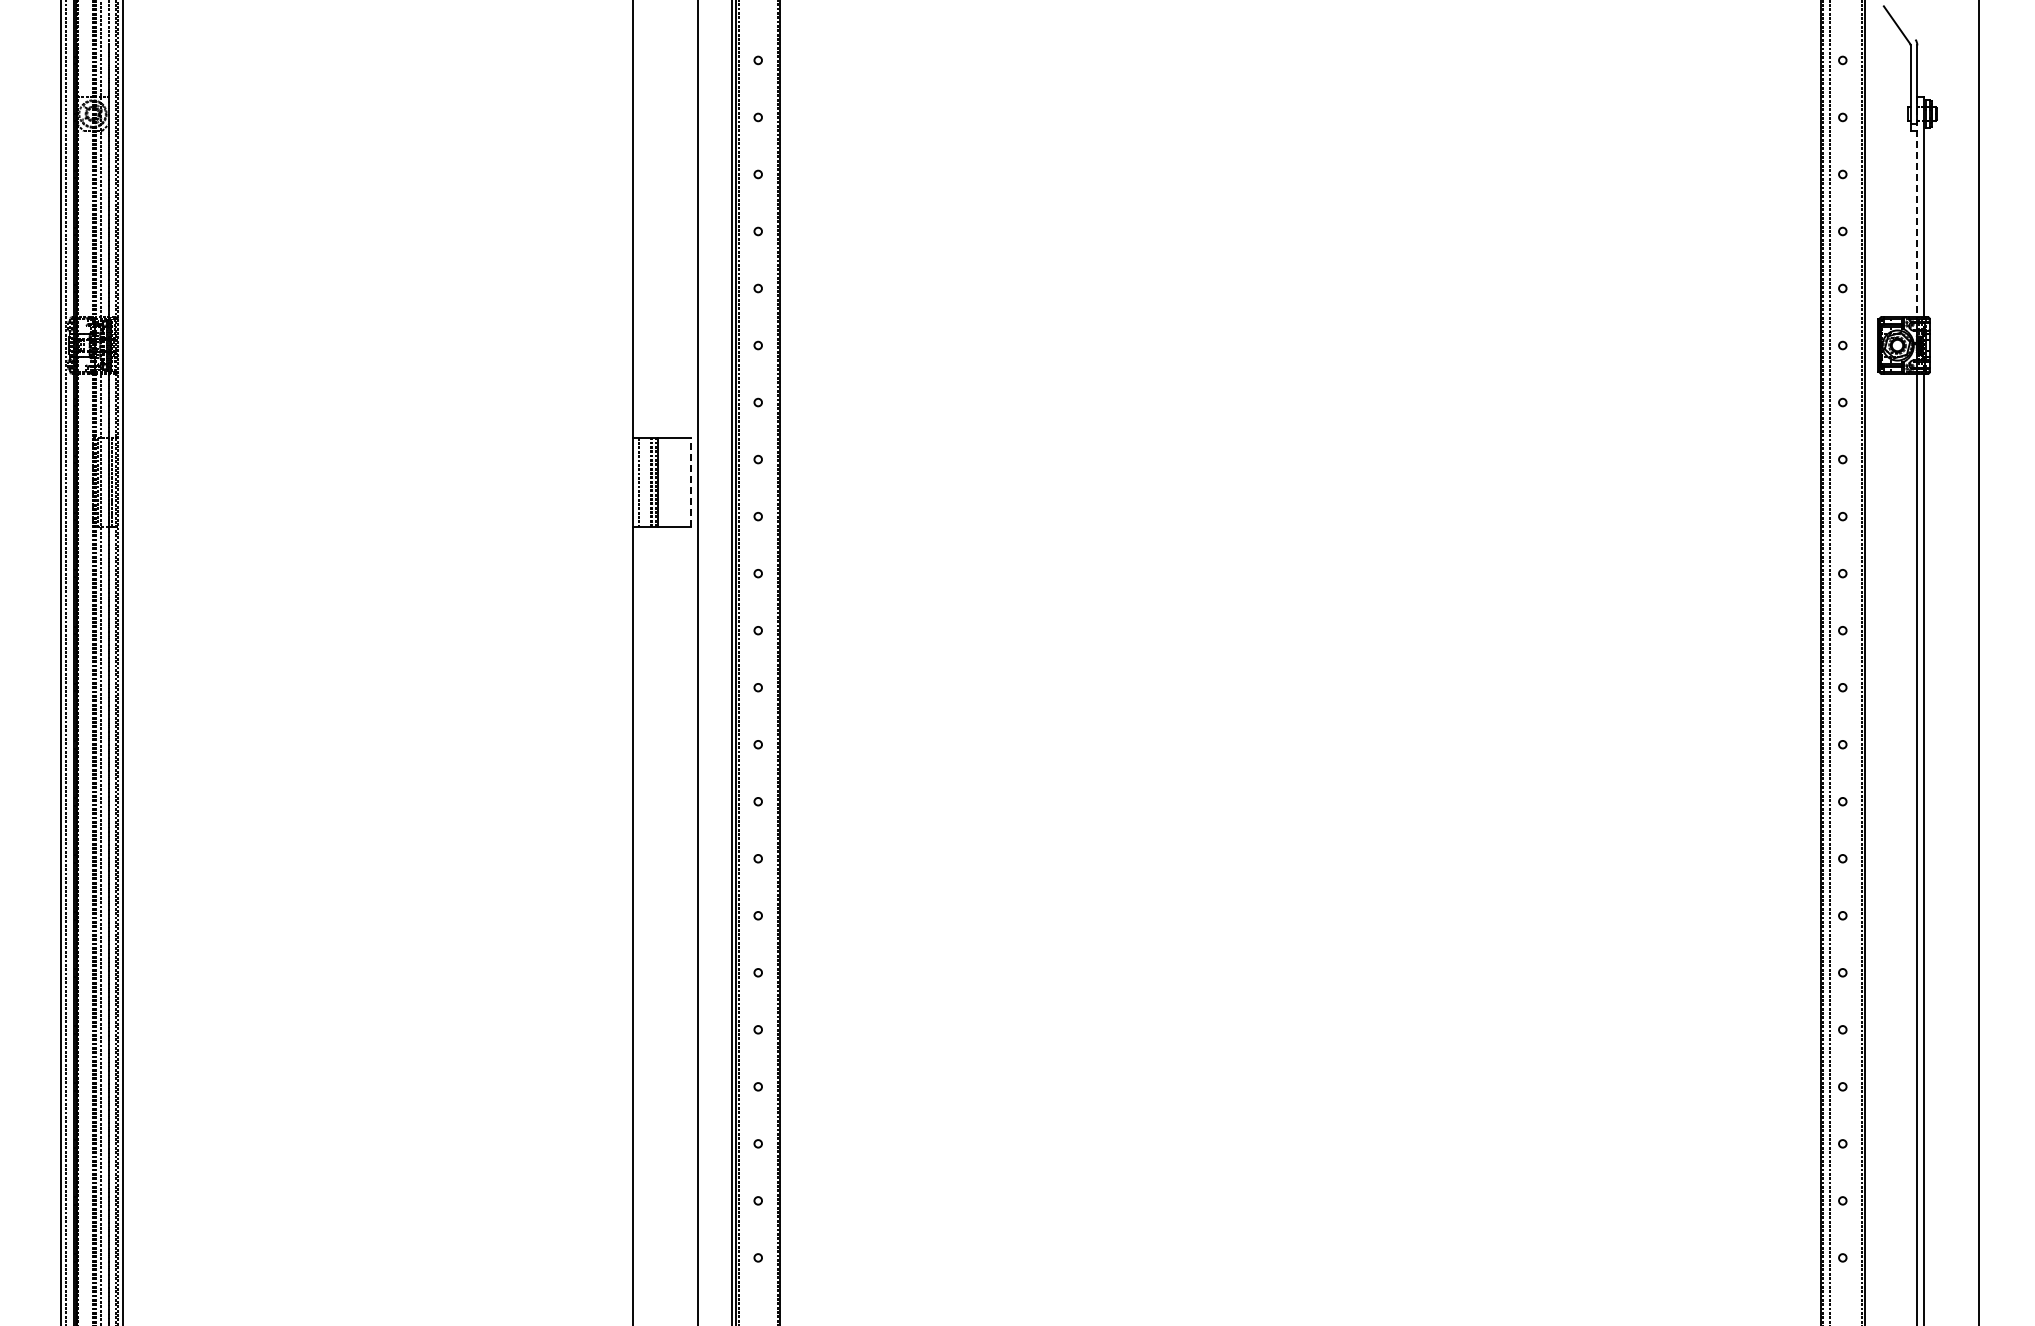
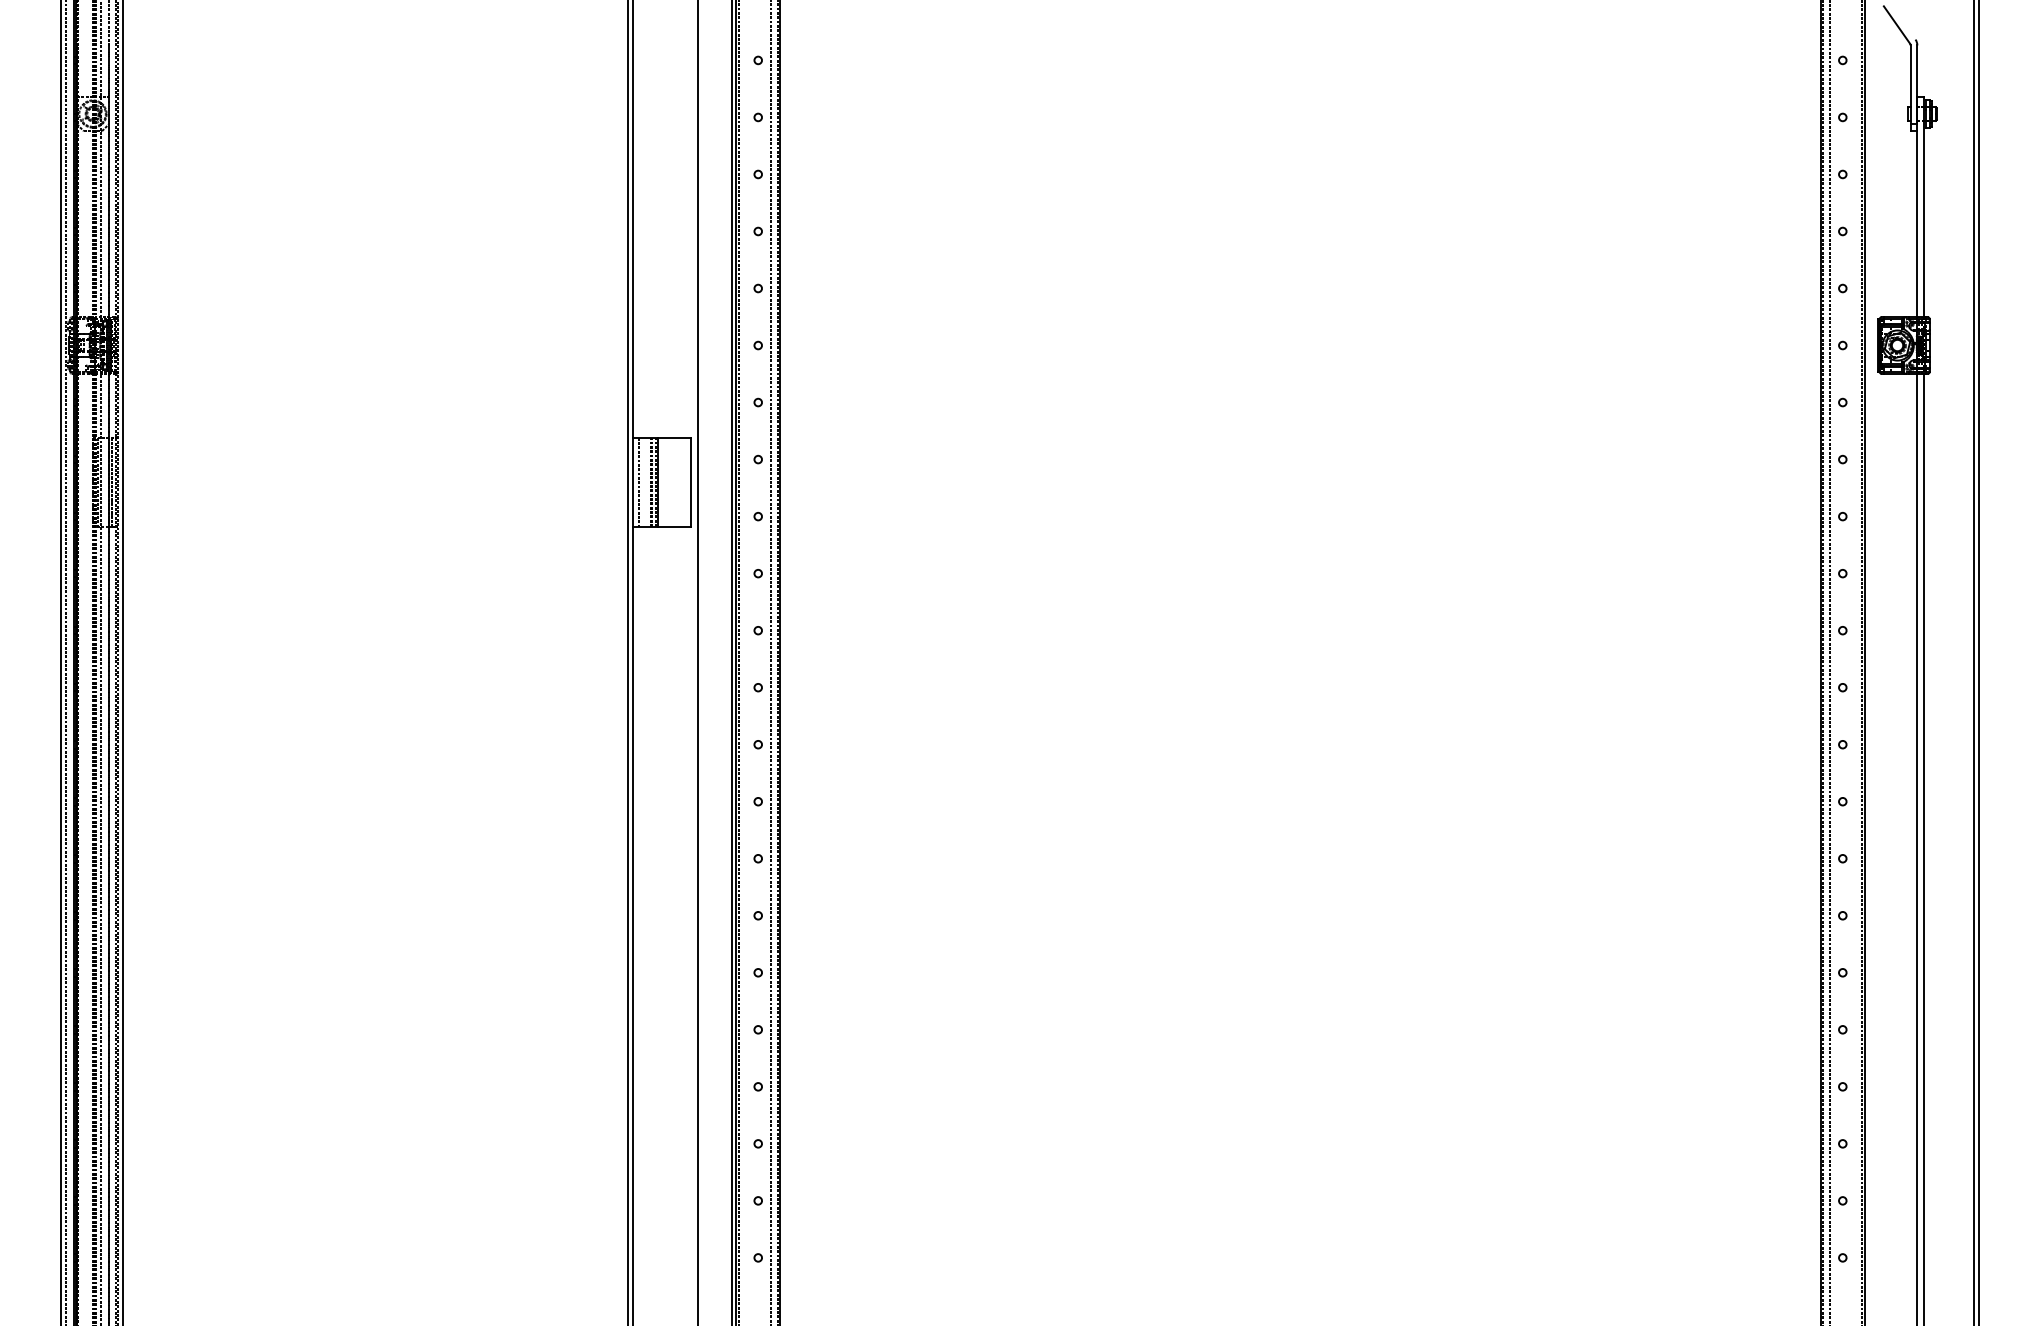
line at (1917, 207): dashed -> solid
line at (691, 481): dashed -> solid
line at (628, 662): none -> present
line at (771, 662): none -> present
line at (1973, 662): none -> present
